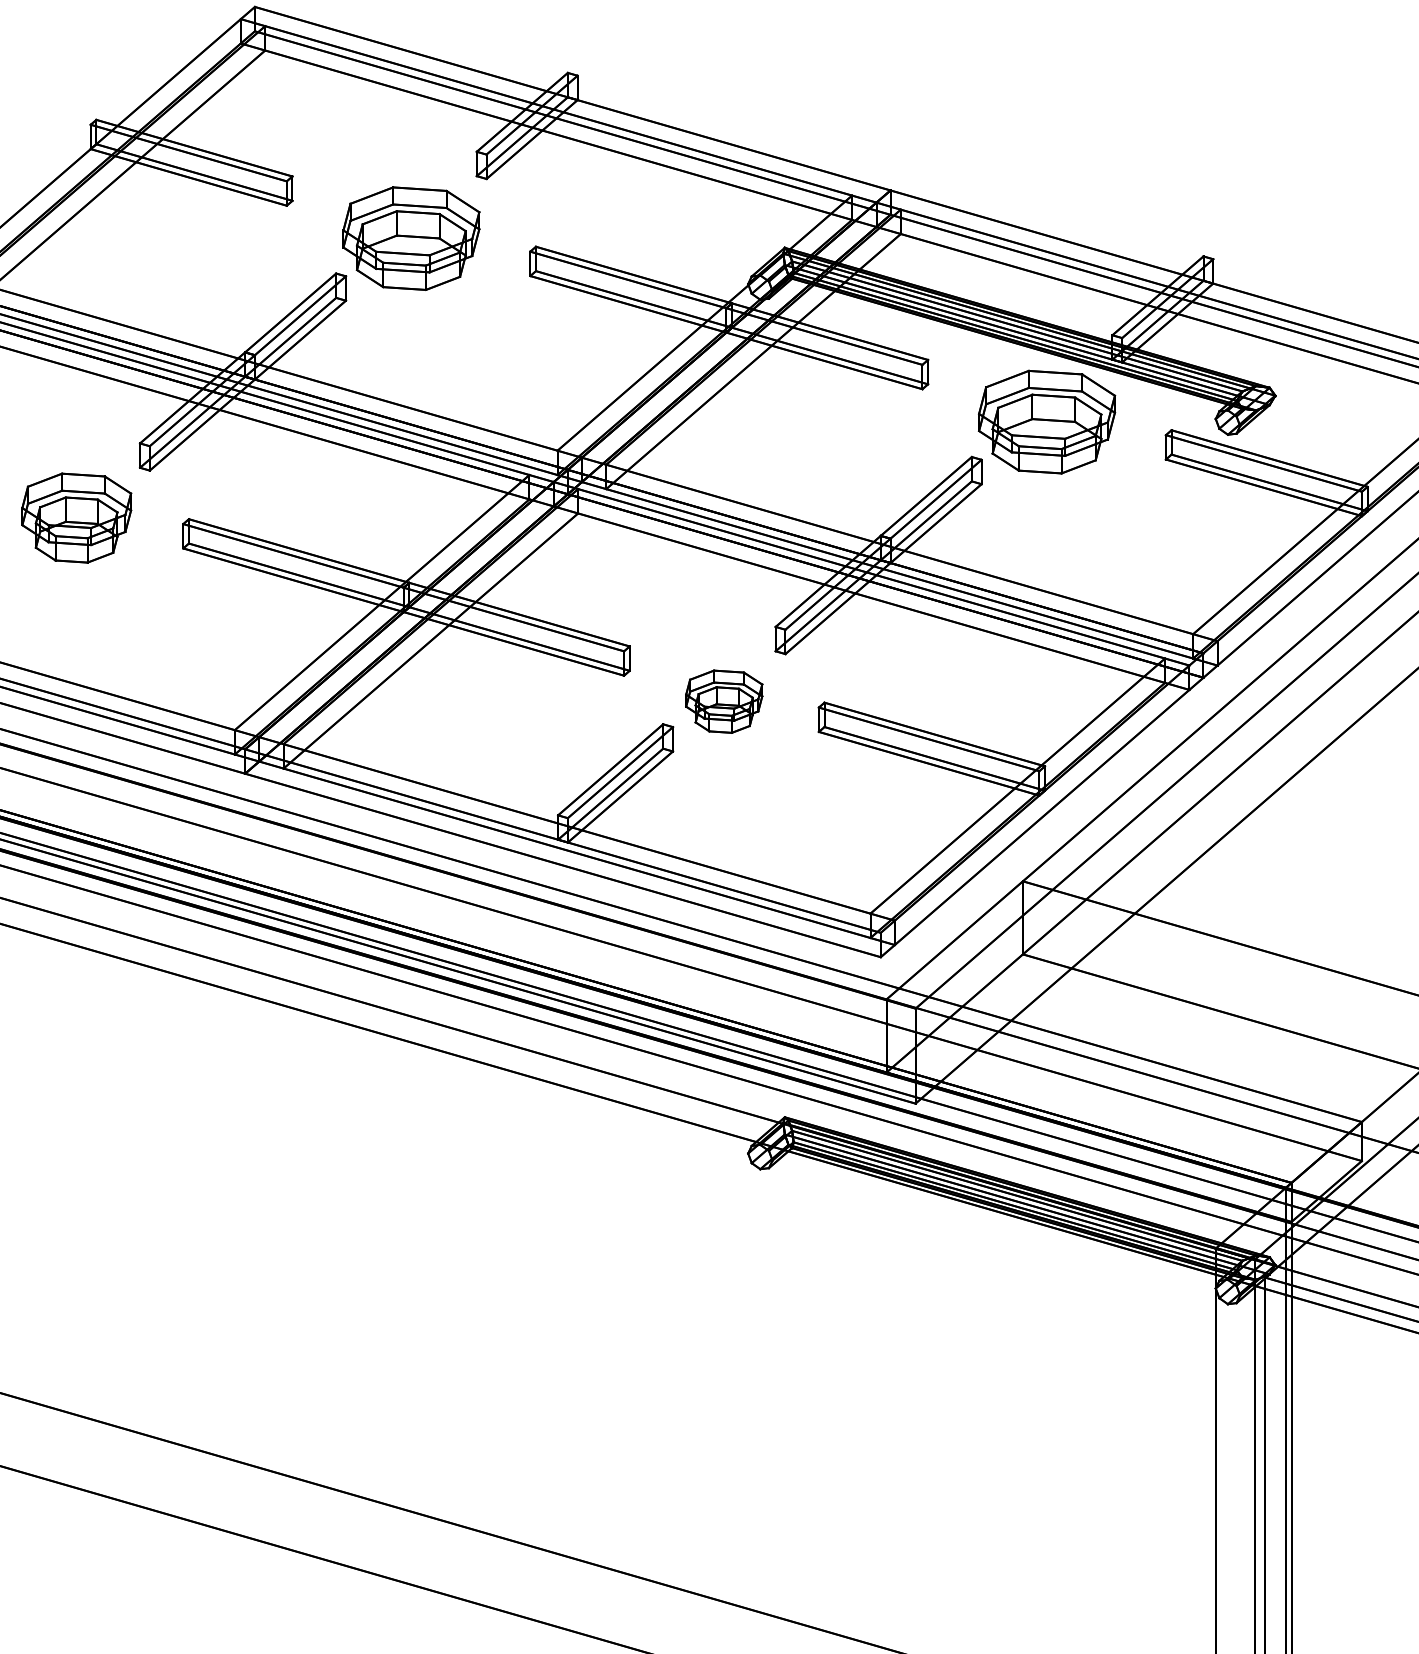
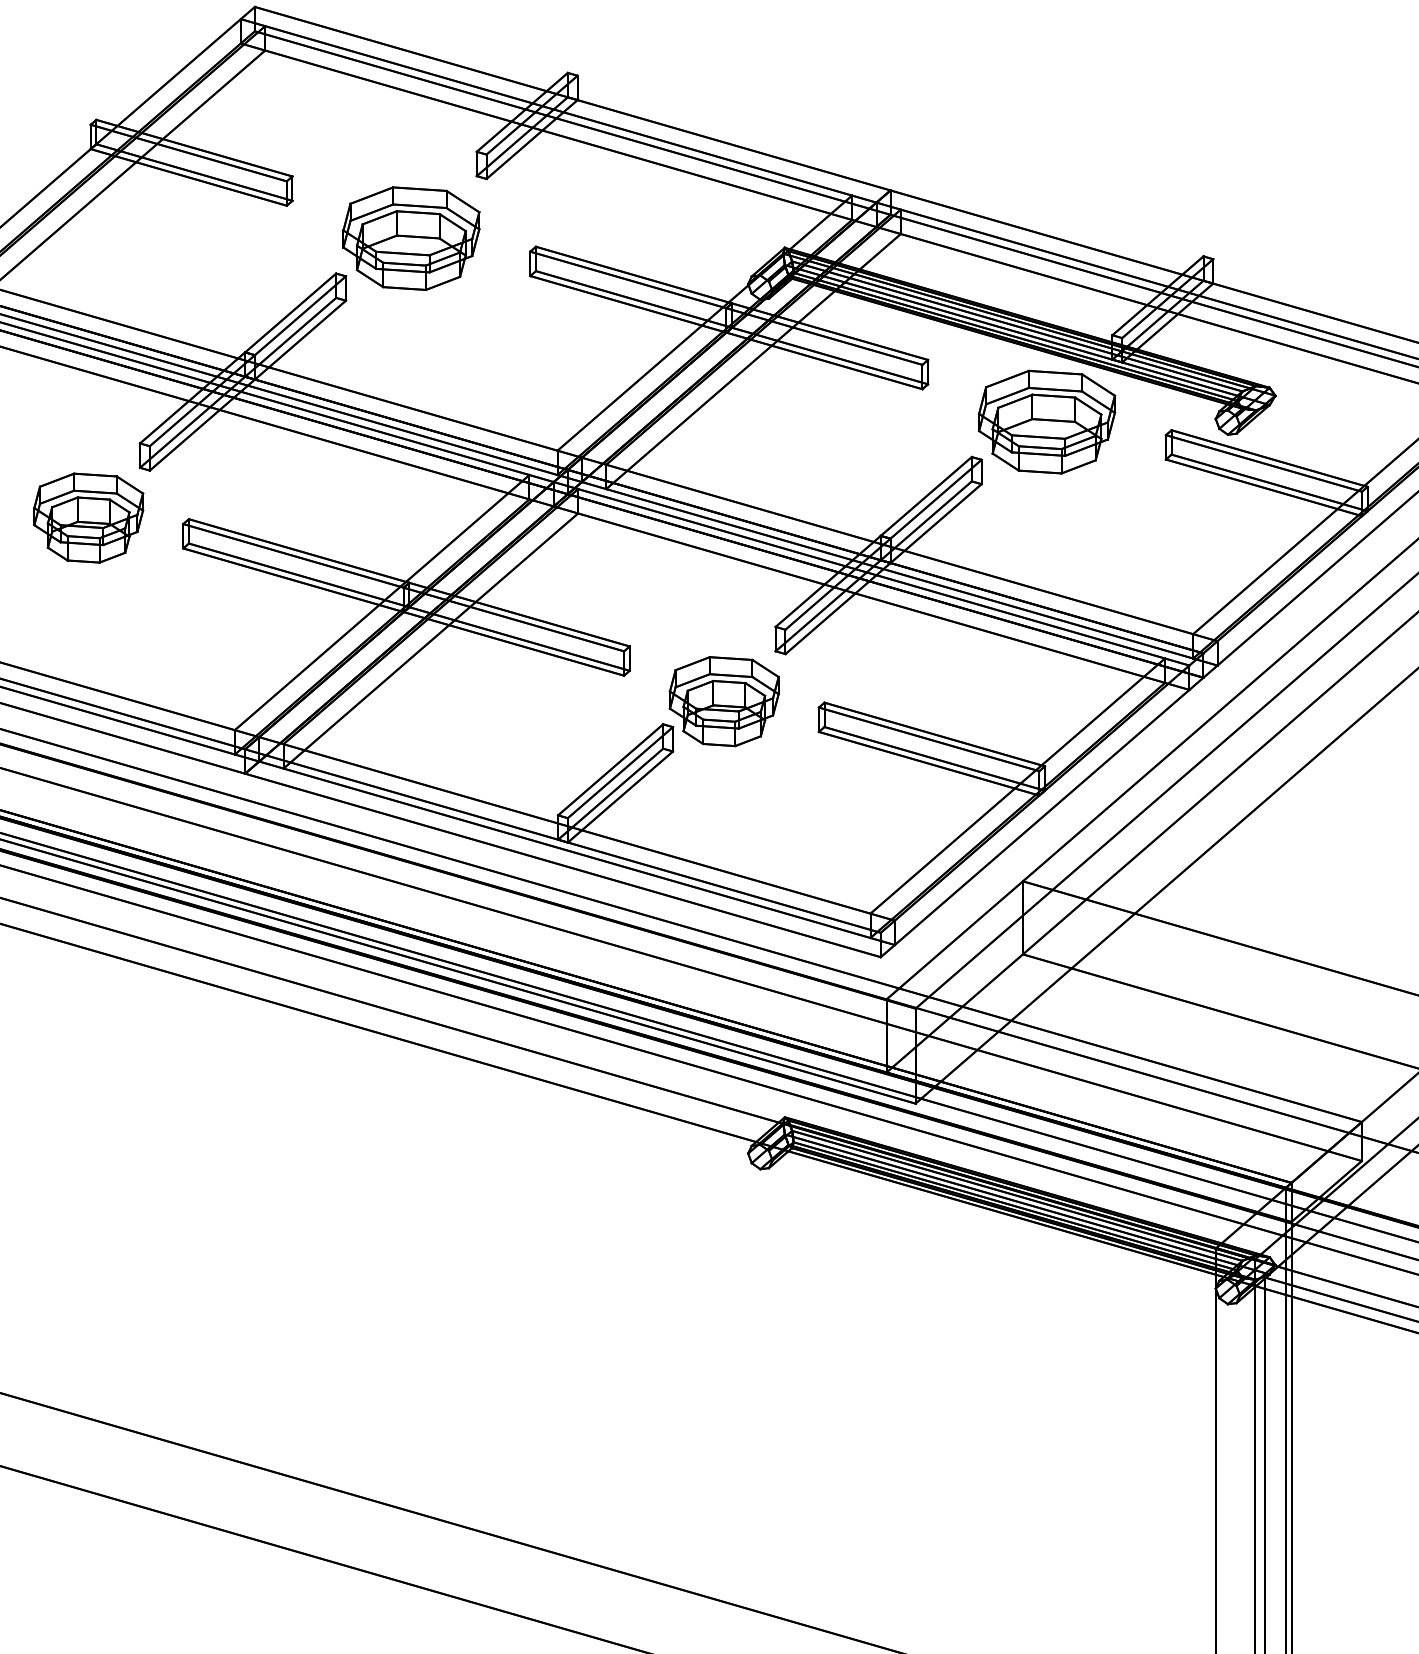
part at (76, 517) position: (76, 517) -> (88, 517)
part at (724, 701) size: 79x65 px -> 112x92 px
